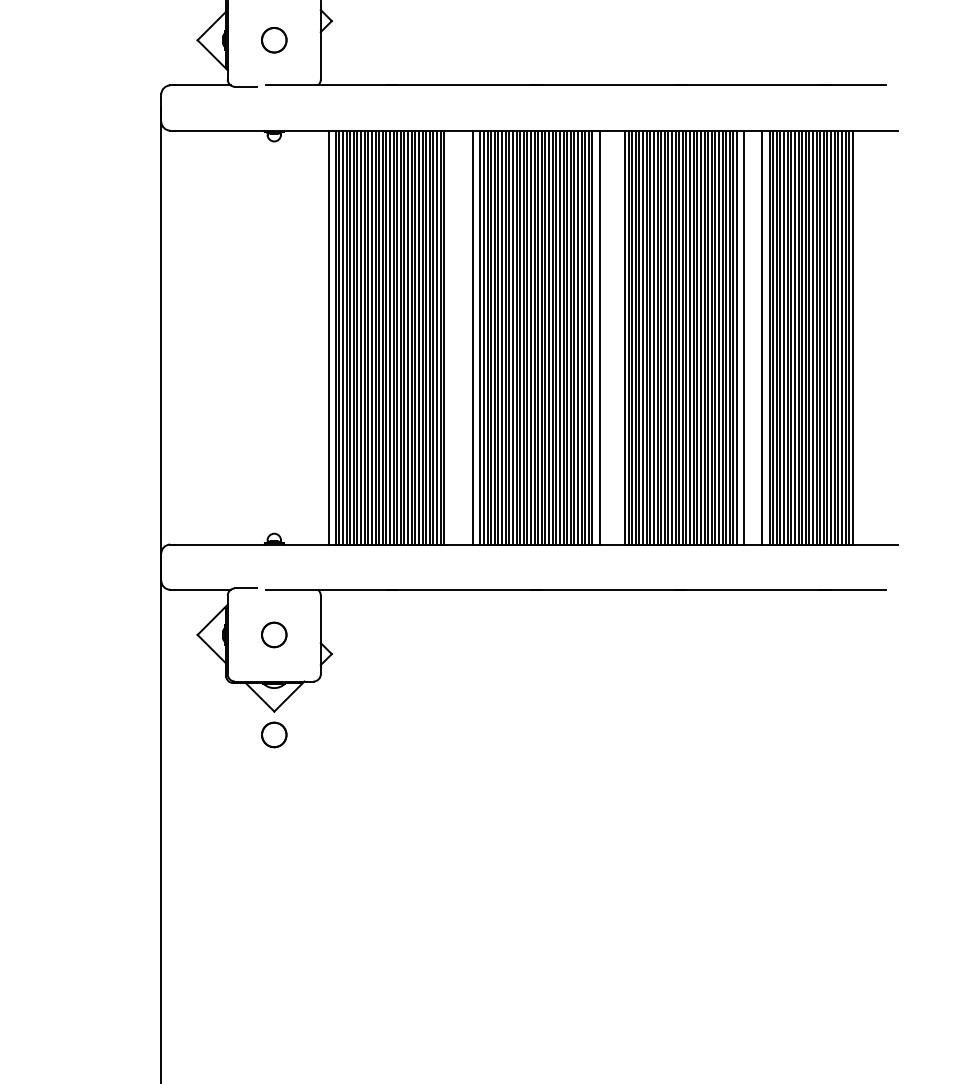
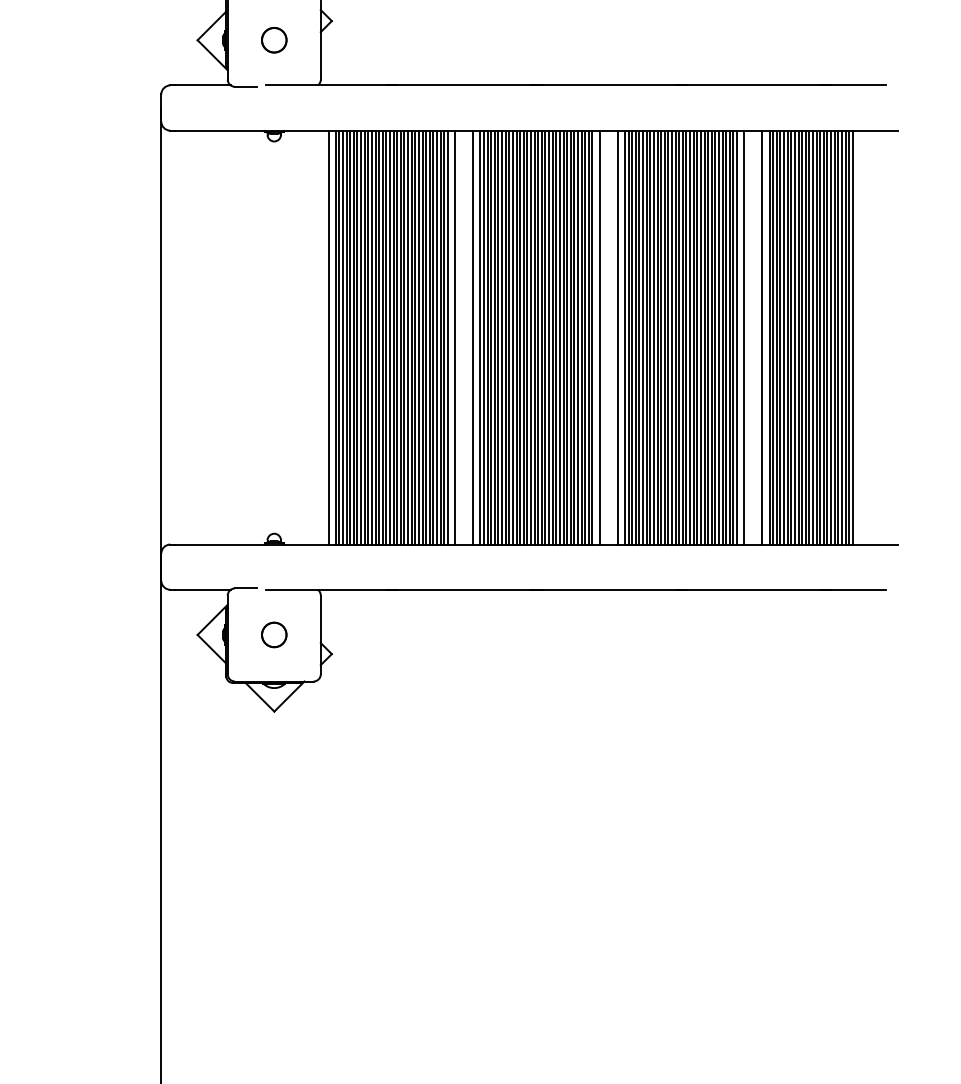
line at (447, 337): none -> present
line at (455, 337): none -> present
line at (617, 337): none -> present
part at (274, 734): present -> none
